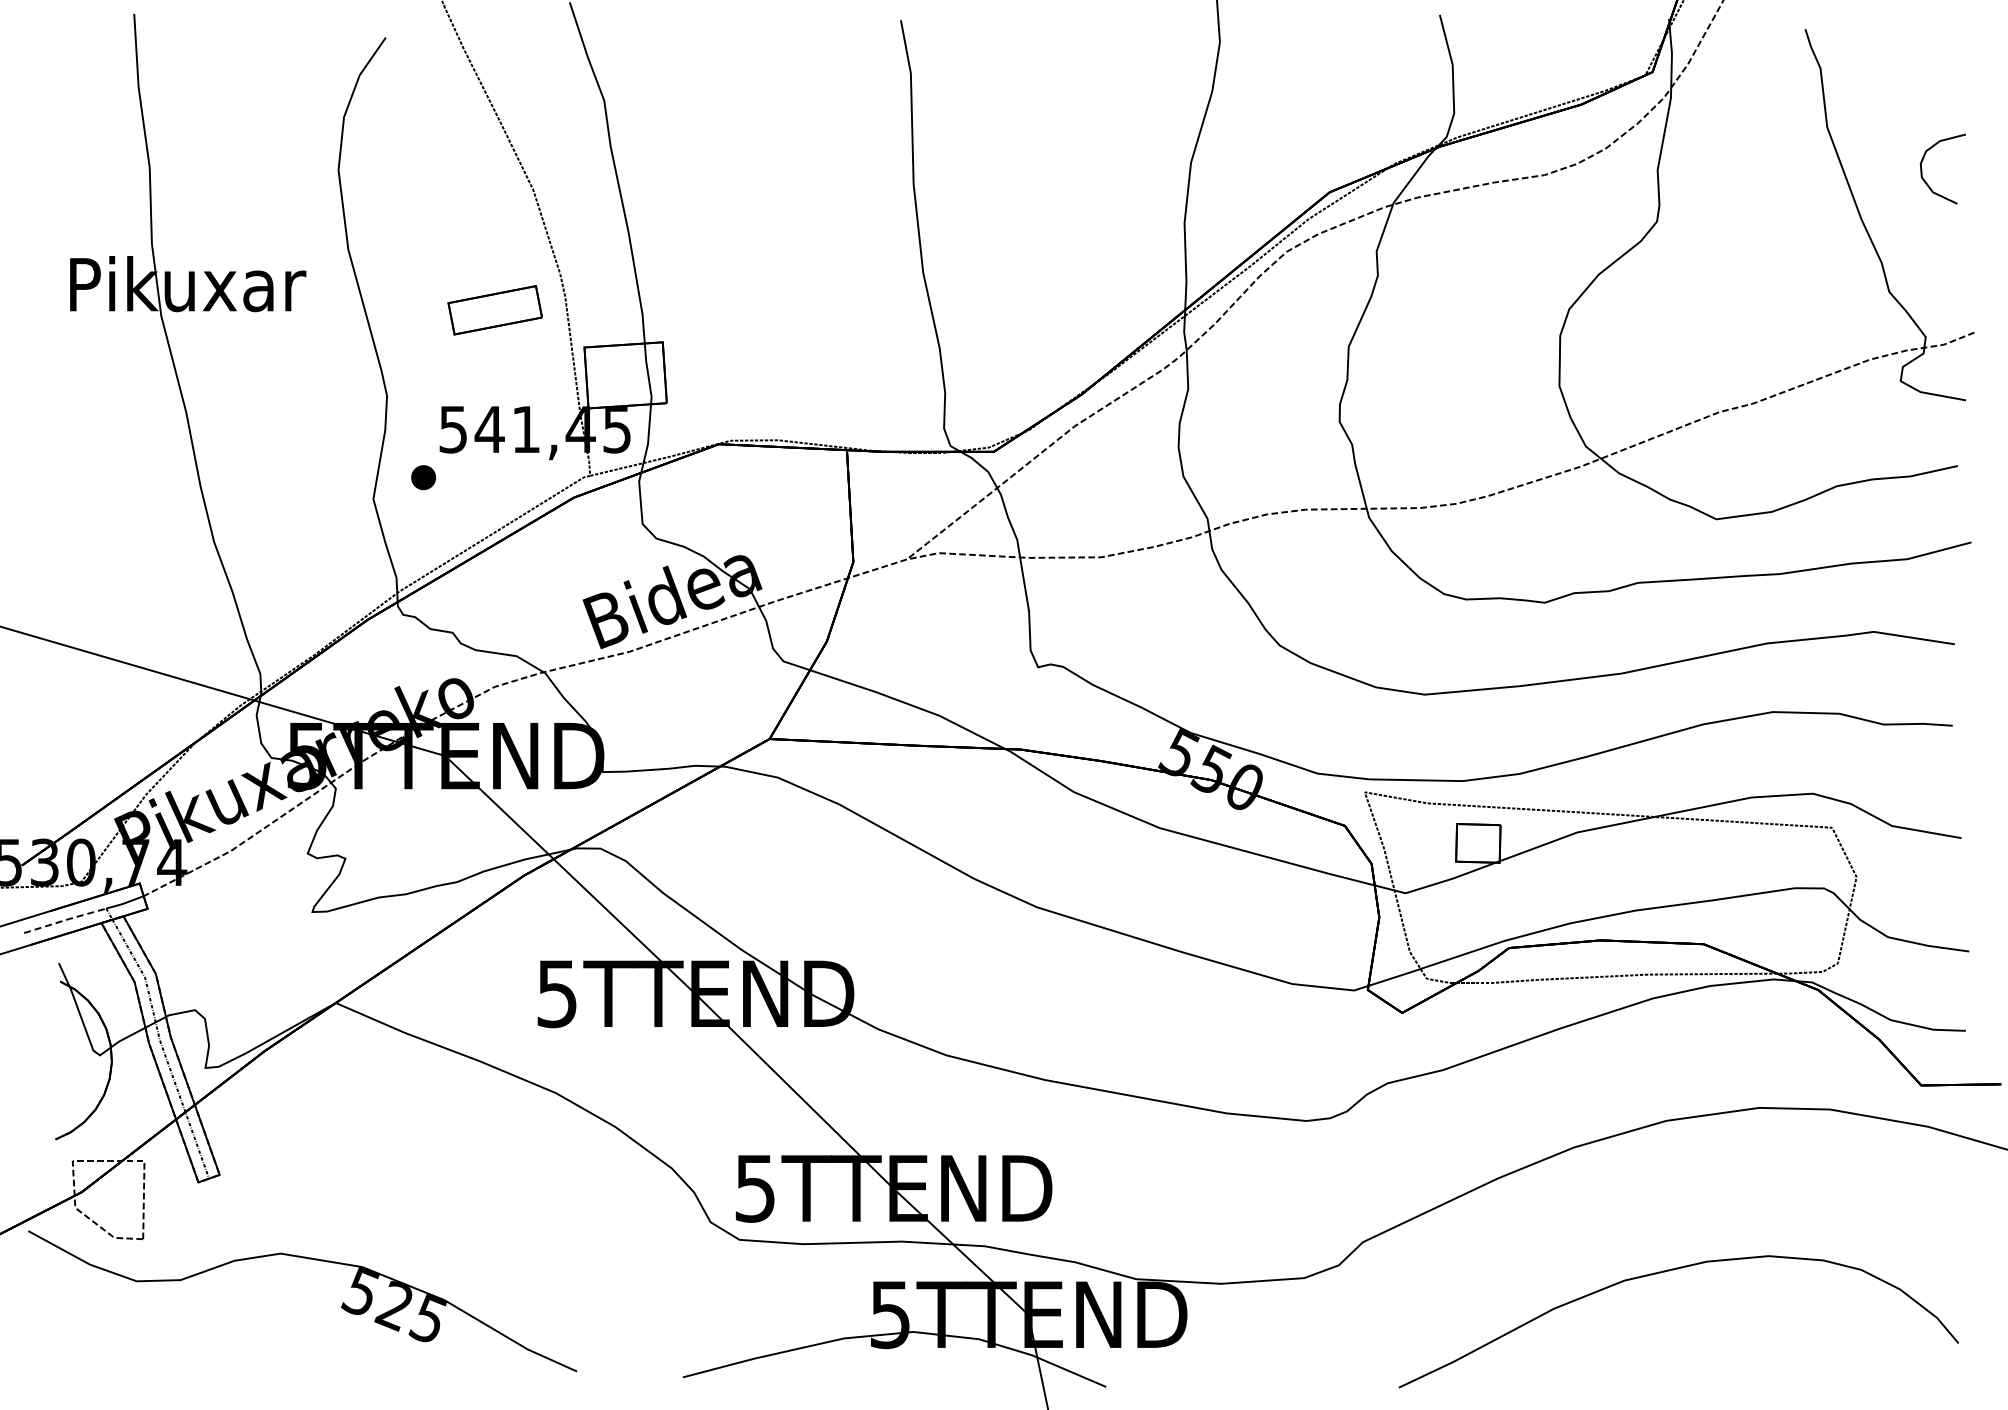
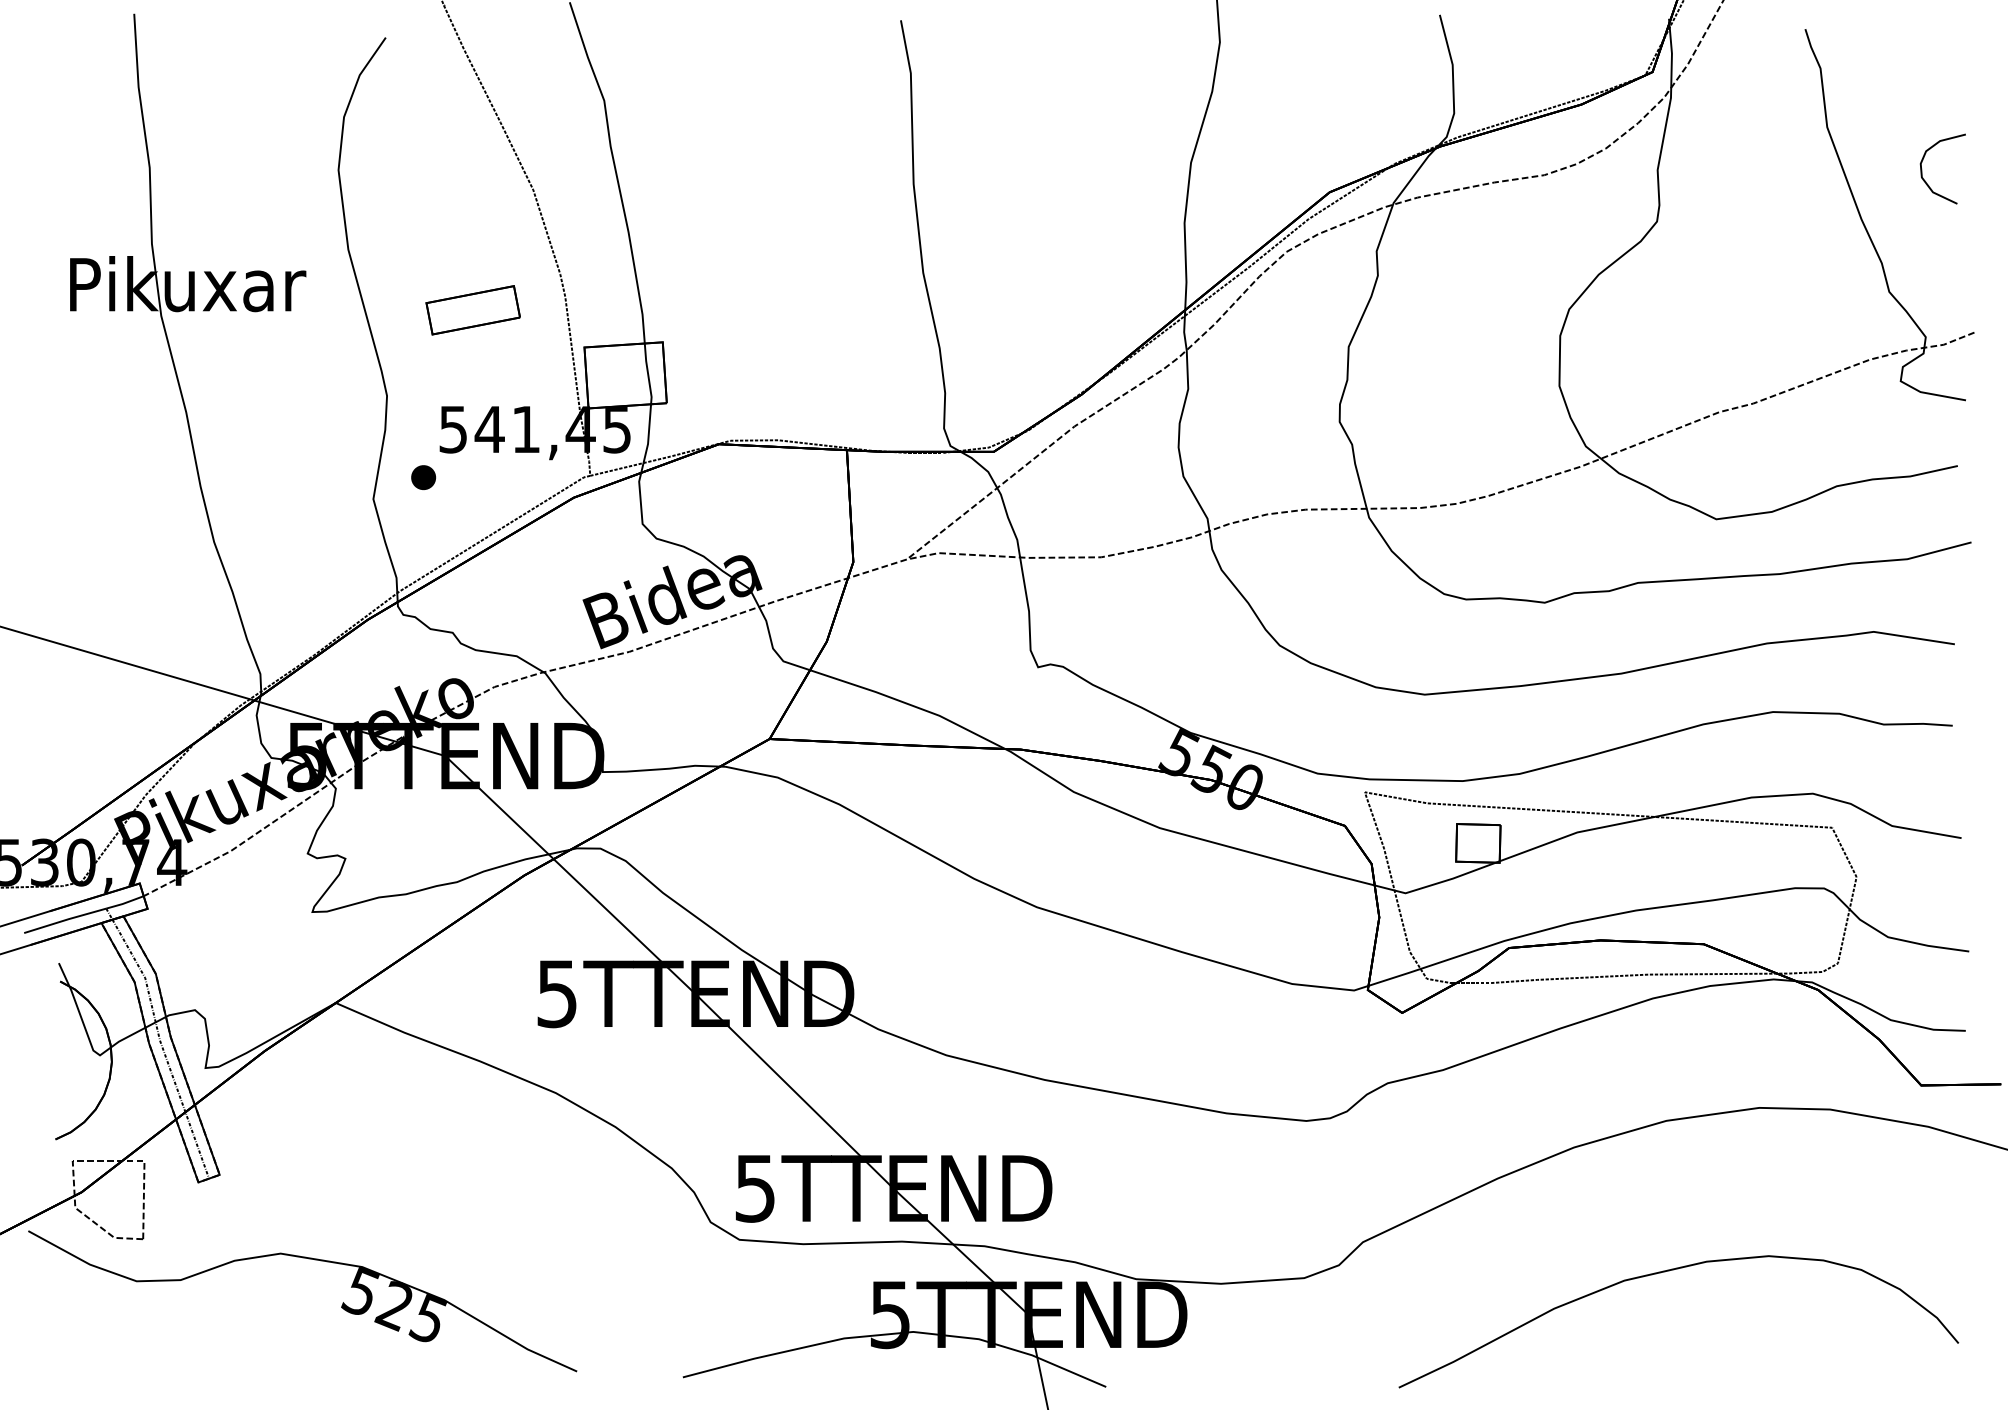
part at (494, 310) position: (494, 310) -> (472, 310)
line at (65, 920): dashed -> solid
